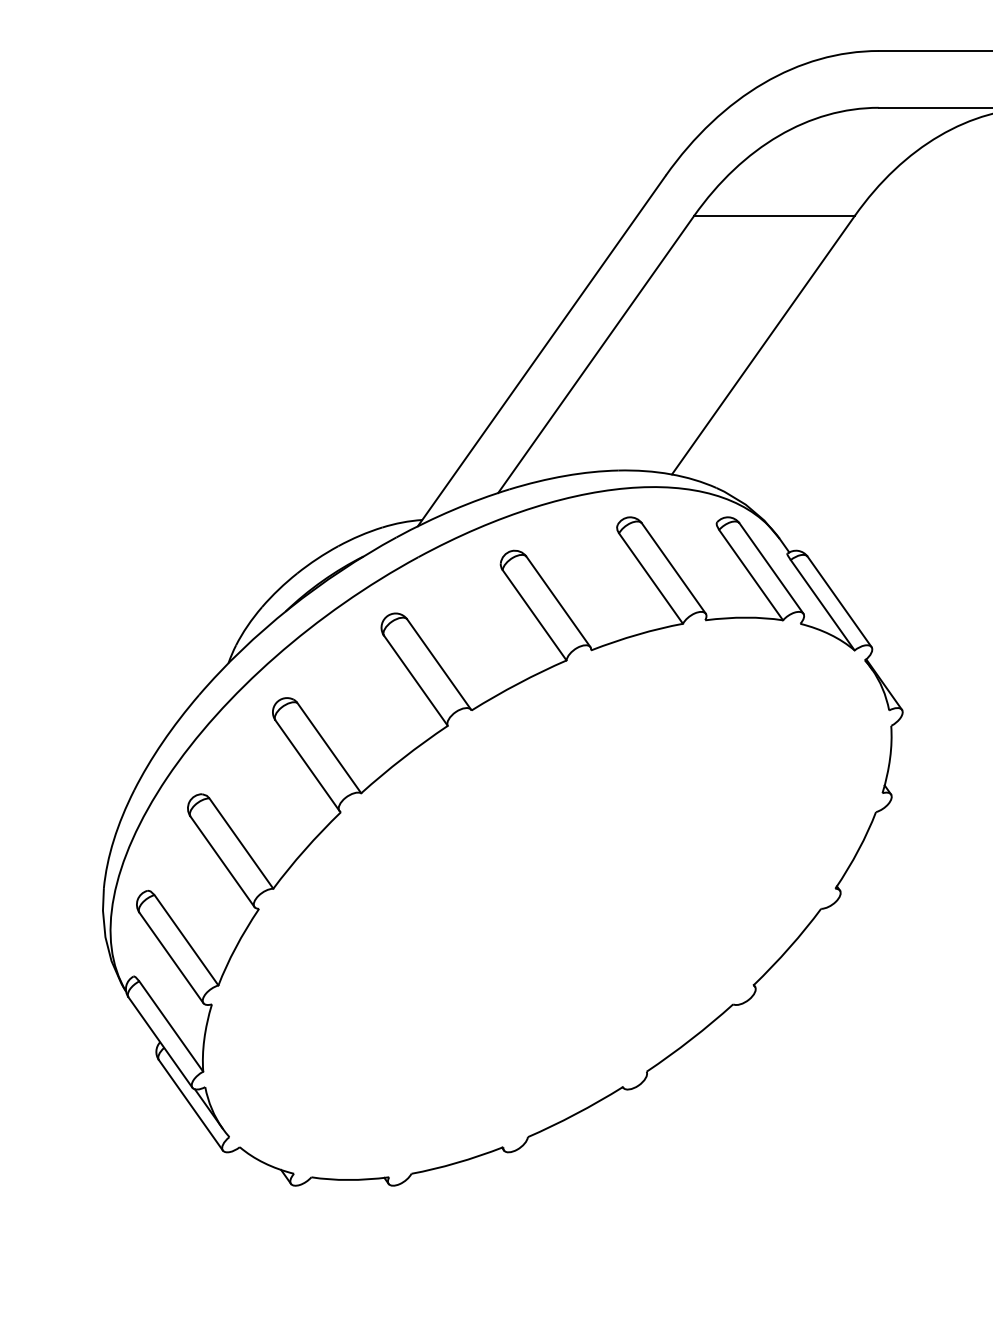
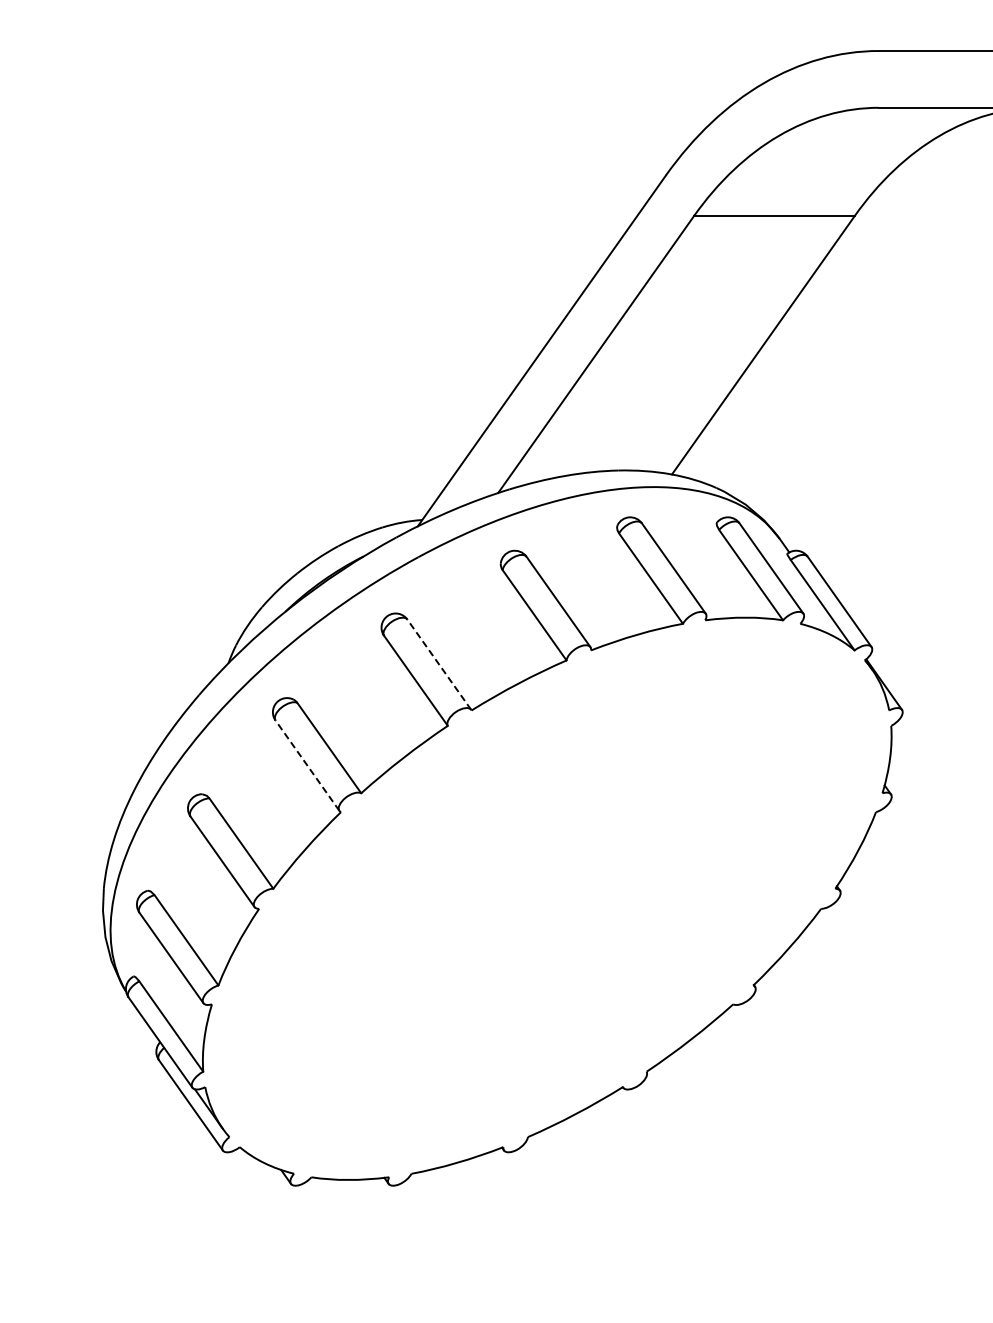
line at (439, 664): solid -> dashed
line at (307, 765): solid -> dashed
